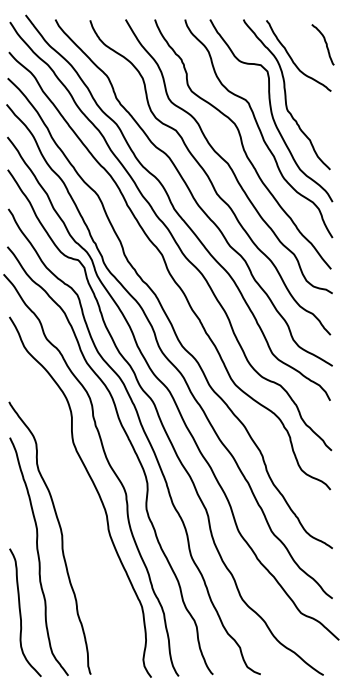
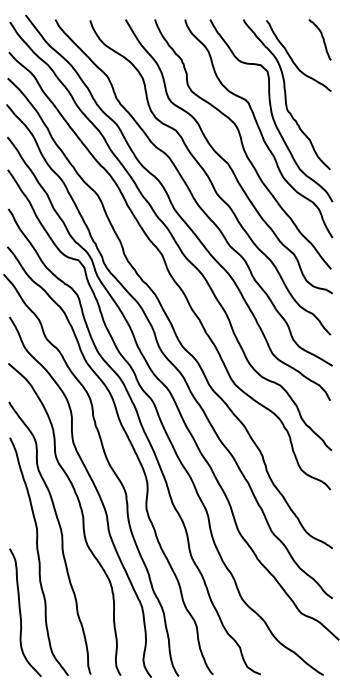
curve at (324, 42) position: (324, 42) -> (321, 37)
curve at (81, 515): none -> present
